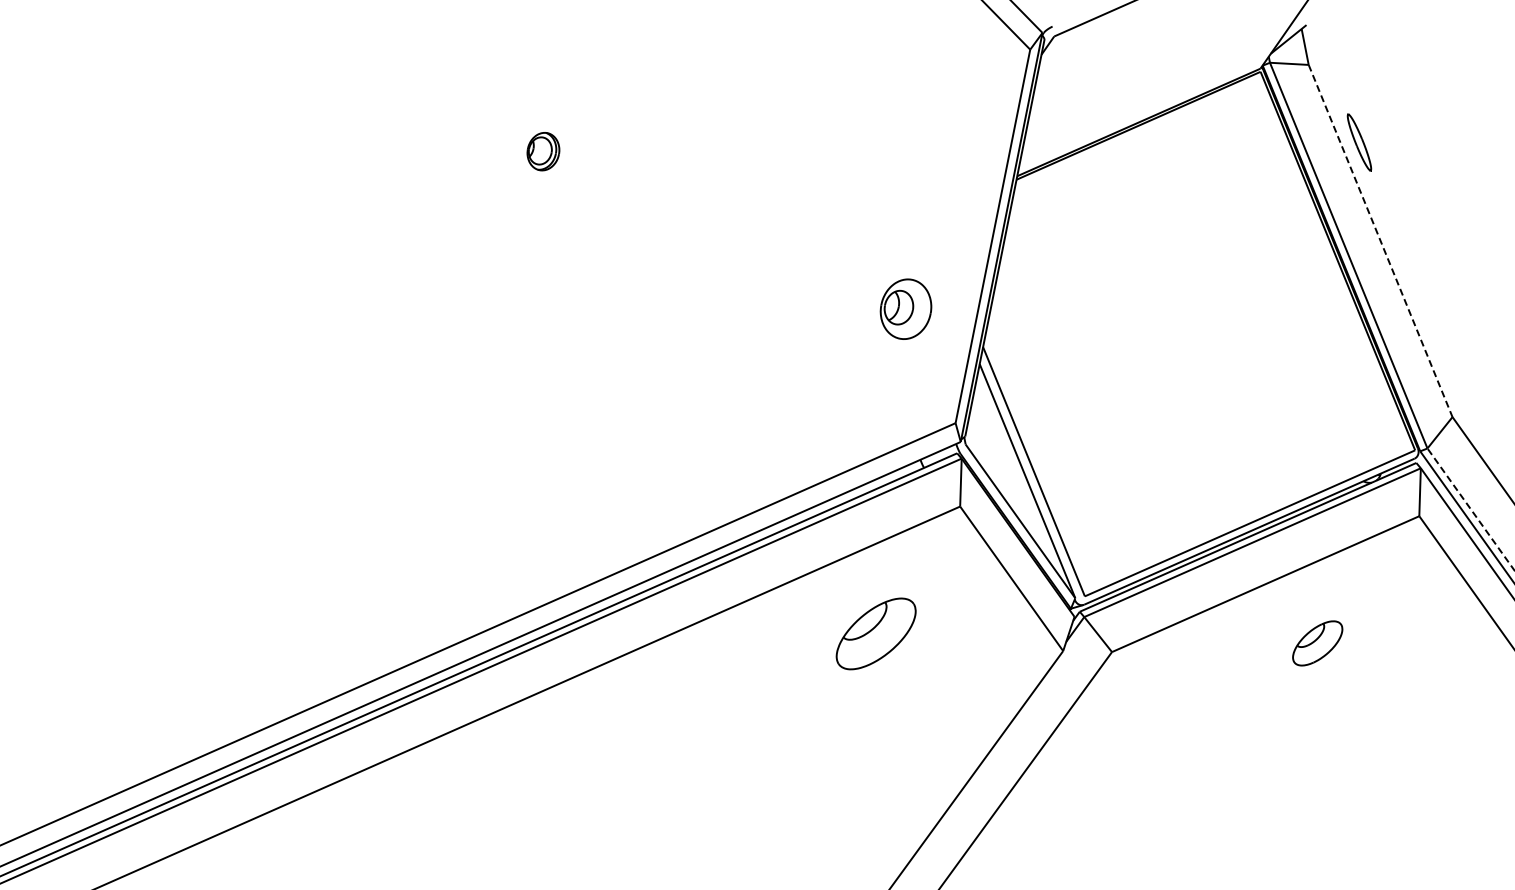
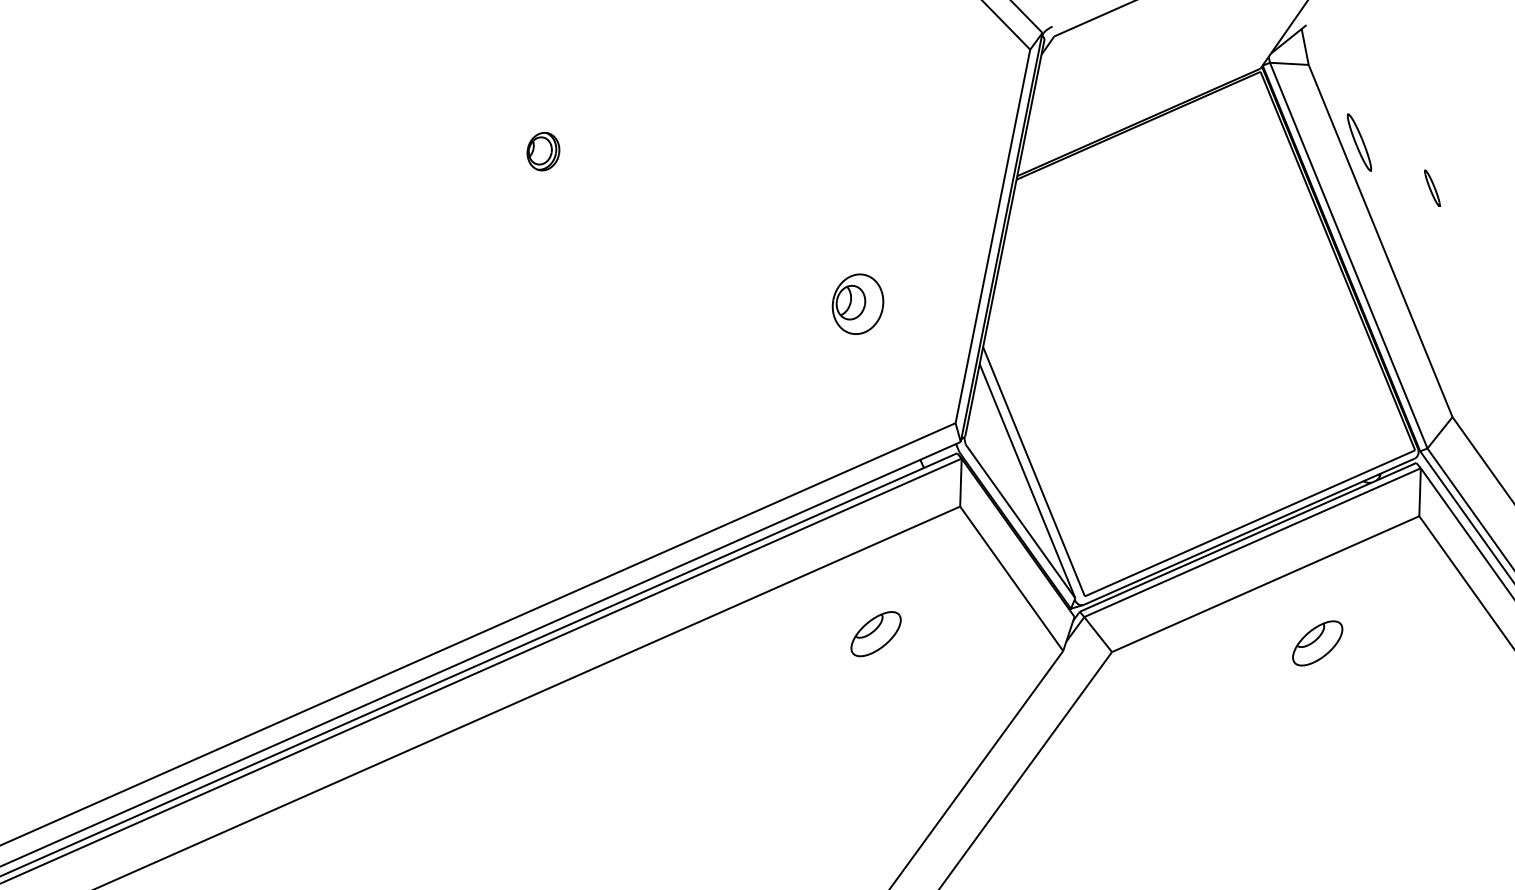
part at (1432, 187): none -> present
line at (1380, 241): dashed -> solid
part at (905, 308) position: (905, 308) -> (857, 303)
line at (1471, 509): dashed -> solid
part at (875, 633) size: 82x74 px -> 52x47 px
